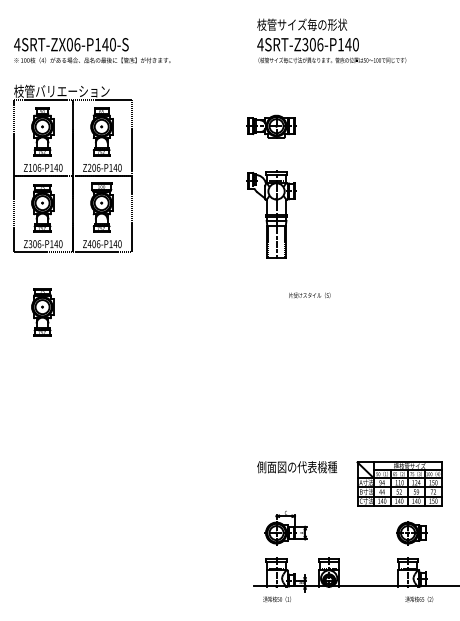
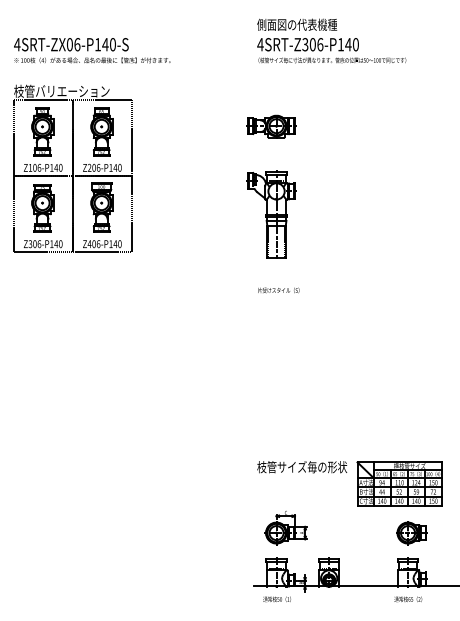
text at (302, 24): 枝管サイズ毎の形状 -> 側面図の代表機種
text at (309, 295) position: (309, 295) -> (278, 290)
part at (42, 312): present -> none
text at (302, 467): 側面図の代表機種 -> 枝管サイズ毎の形状
text at (419, 599) position: (419, 599) -> (408, 599)
